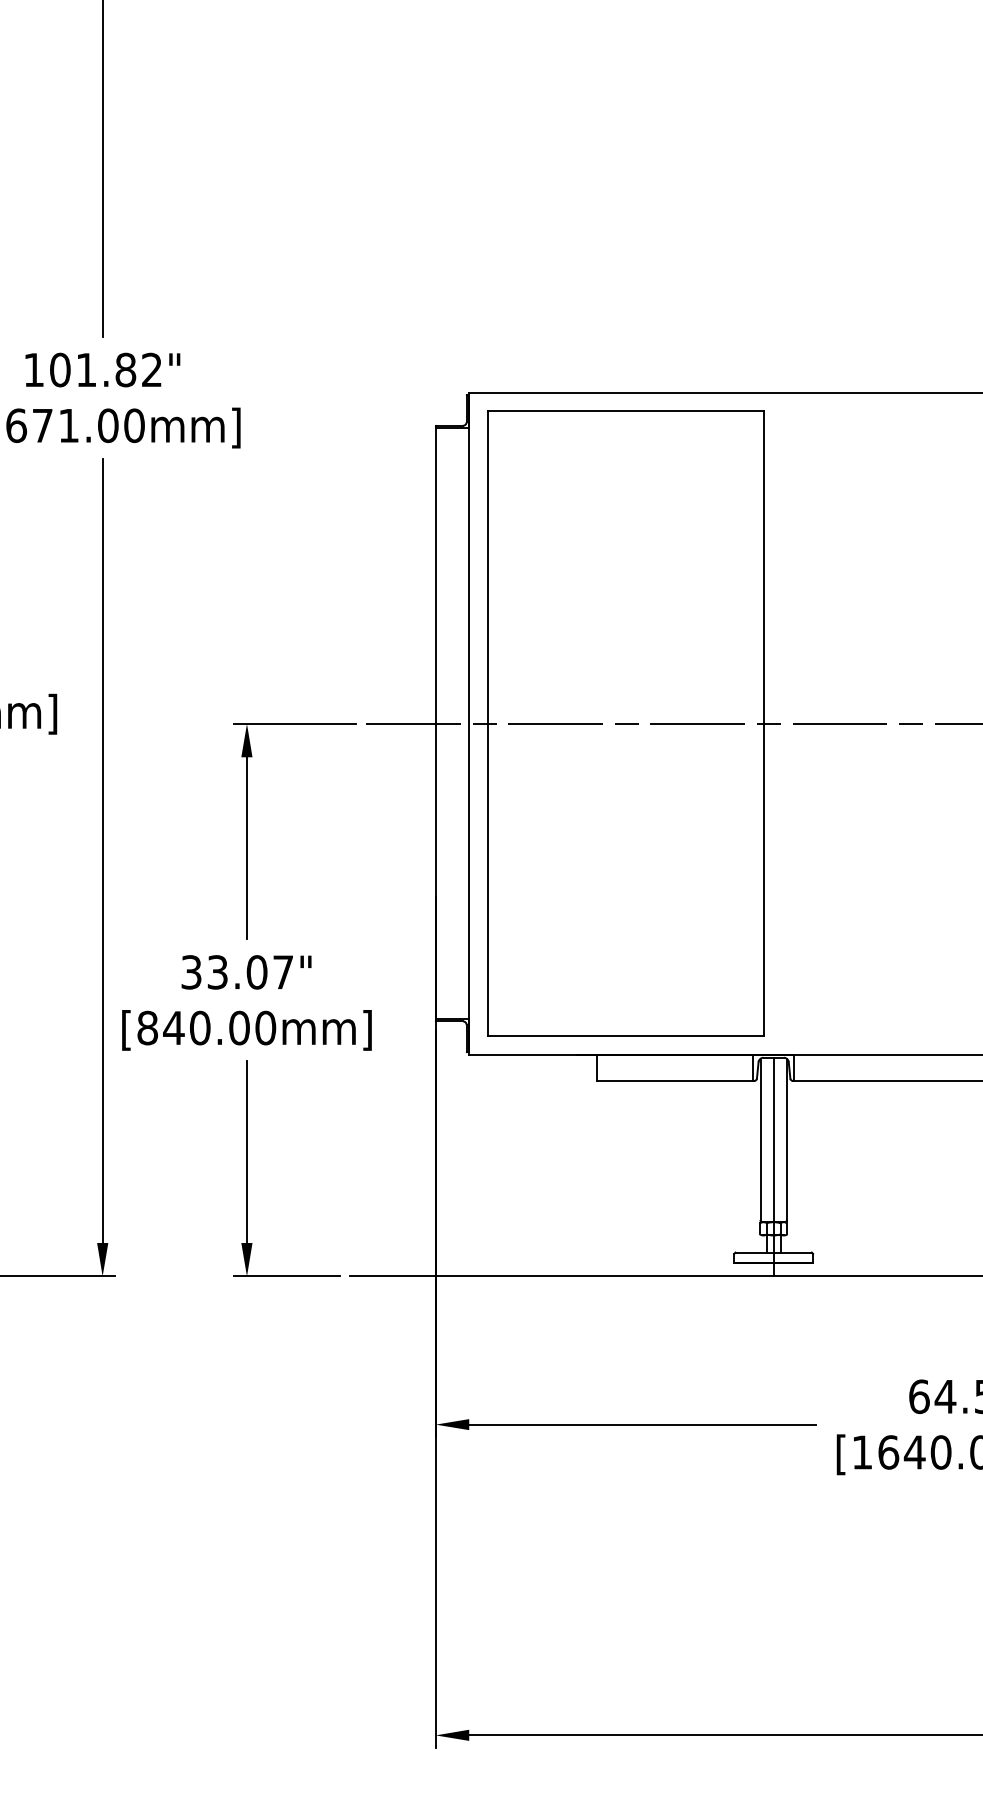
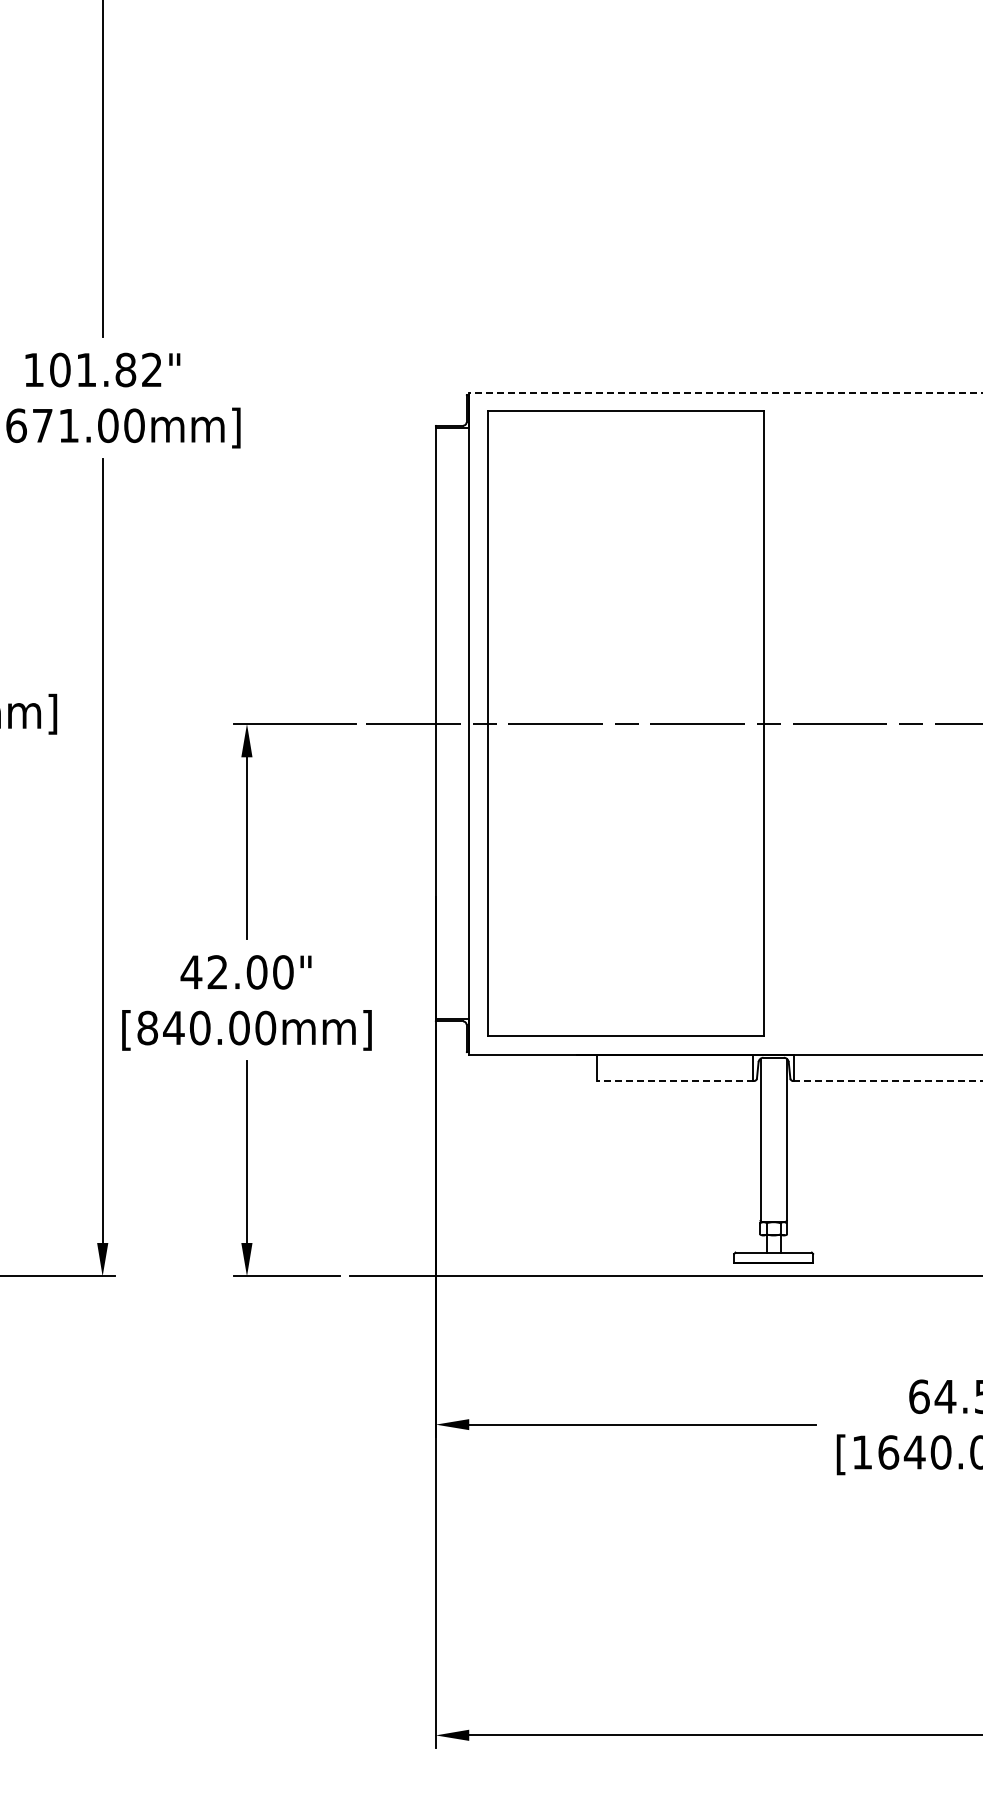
line at (725, 392): solid -> dashed
text at (236, 972): 33.07" -> 42.00"
line at (675, 1080): solid -> dashed
line at (887, 1080): solid -> dashed
line at (773, 1166): present -> none
